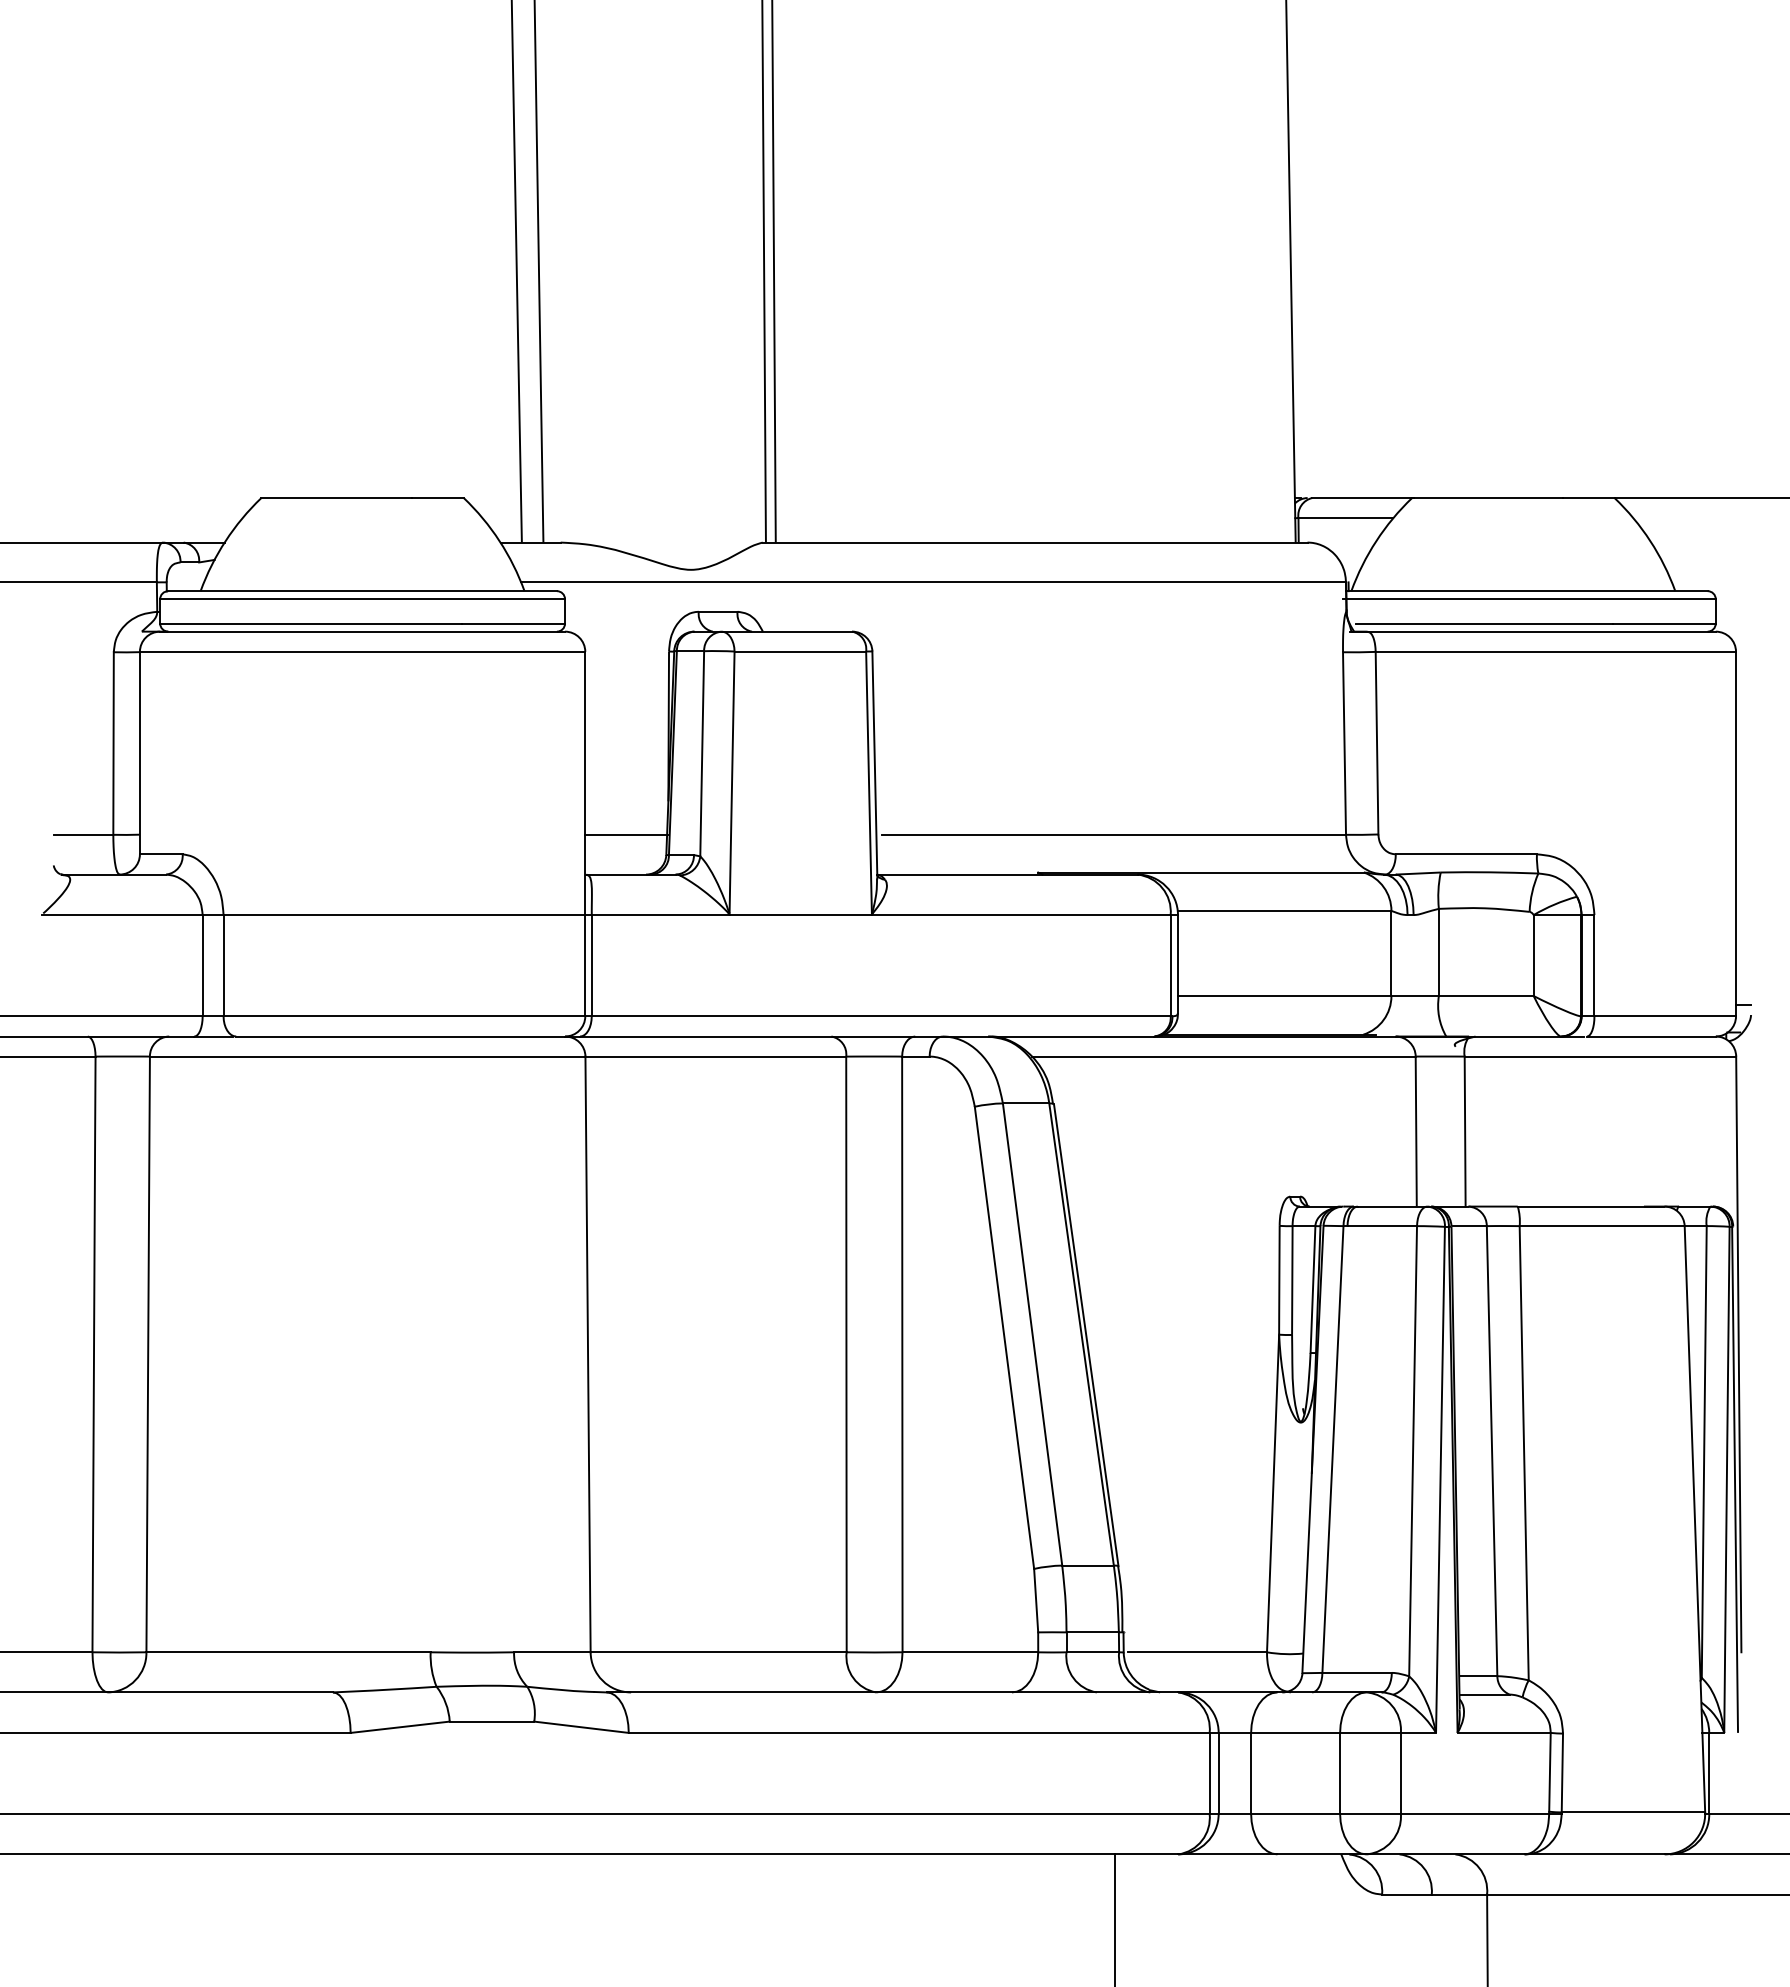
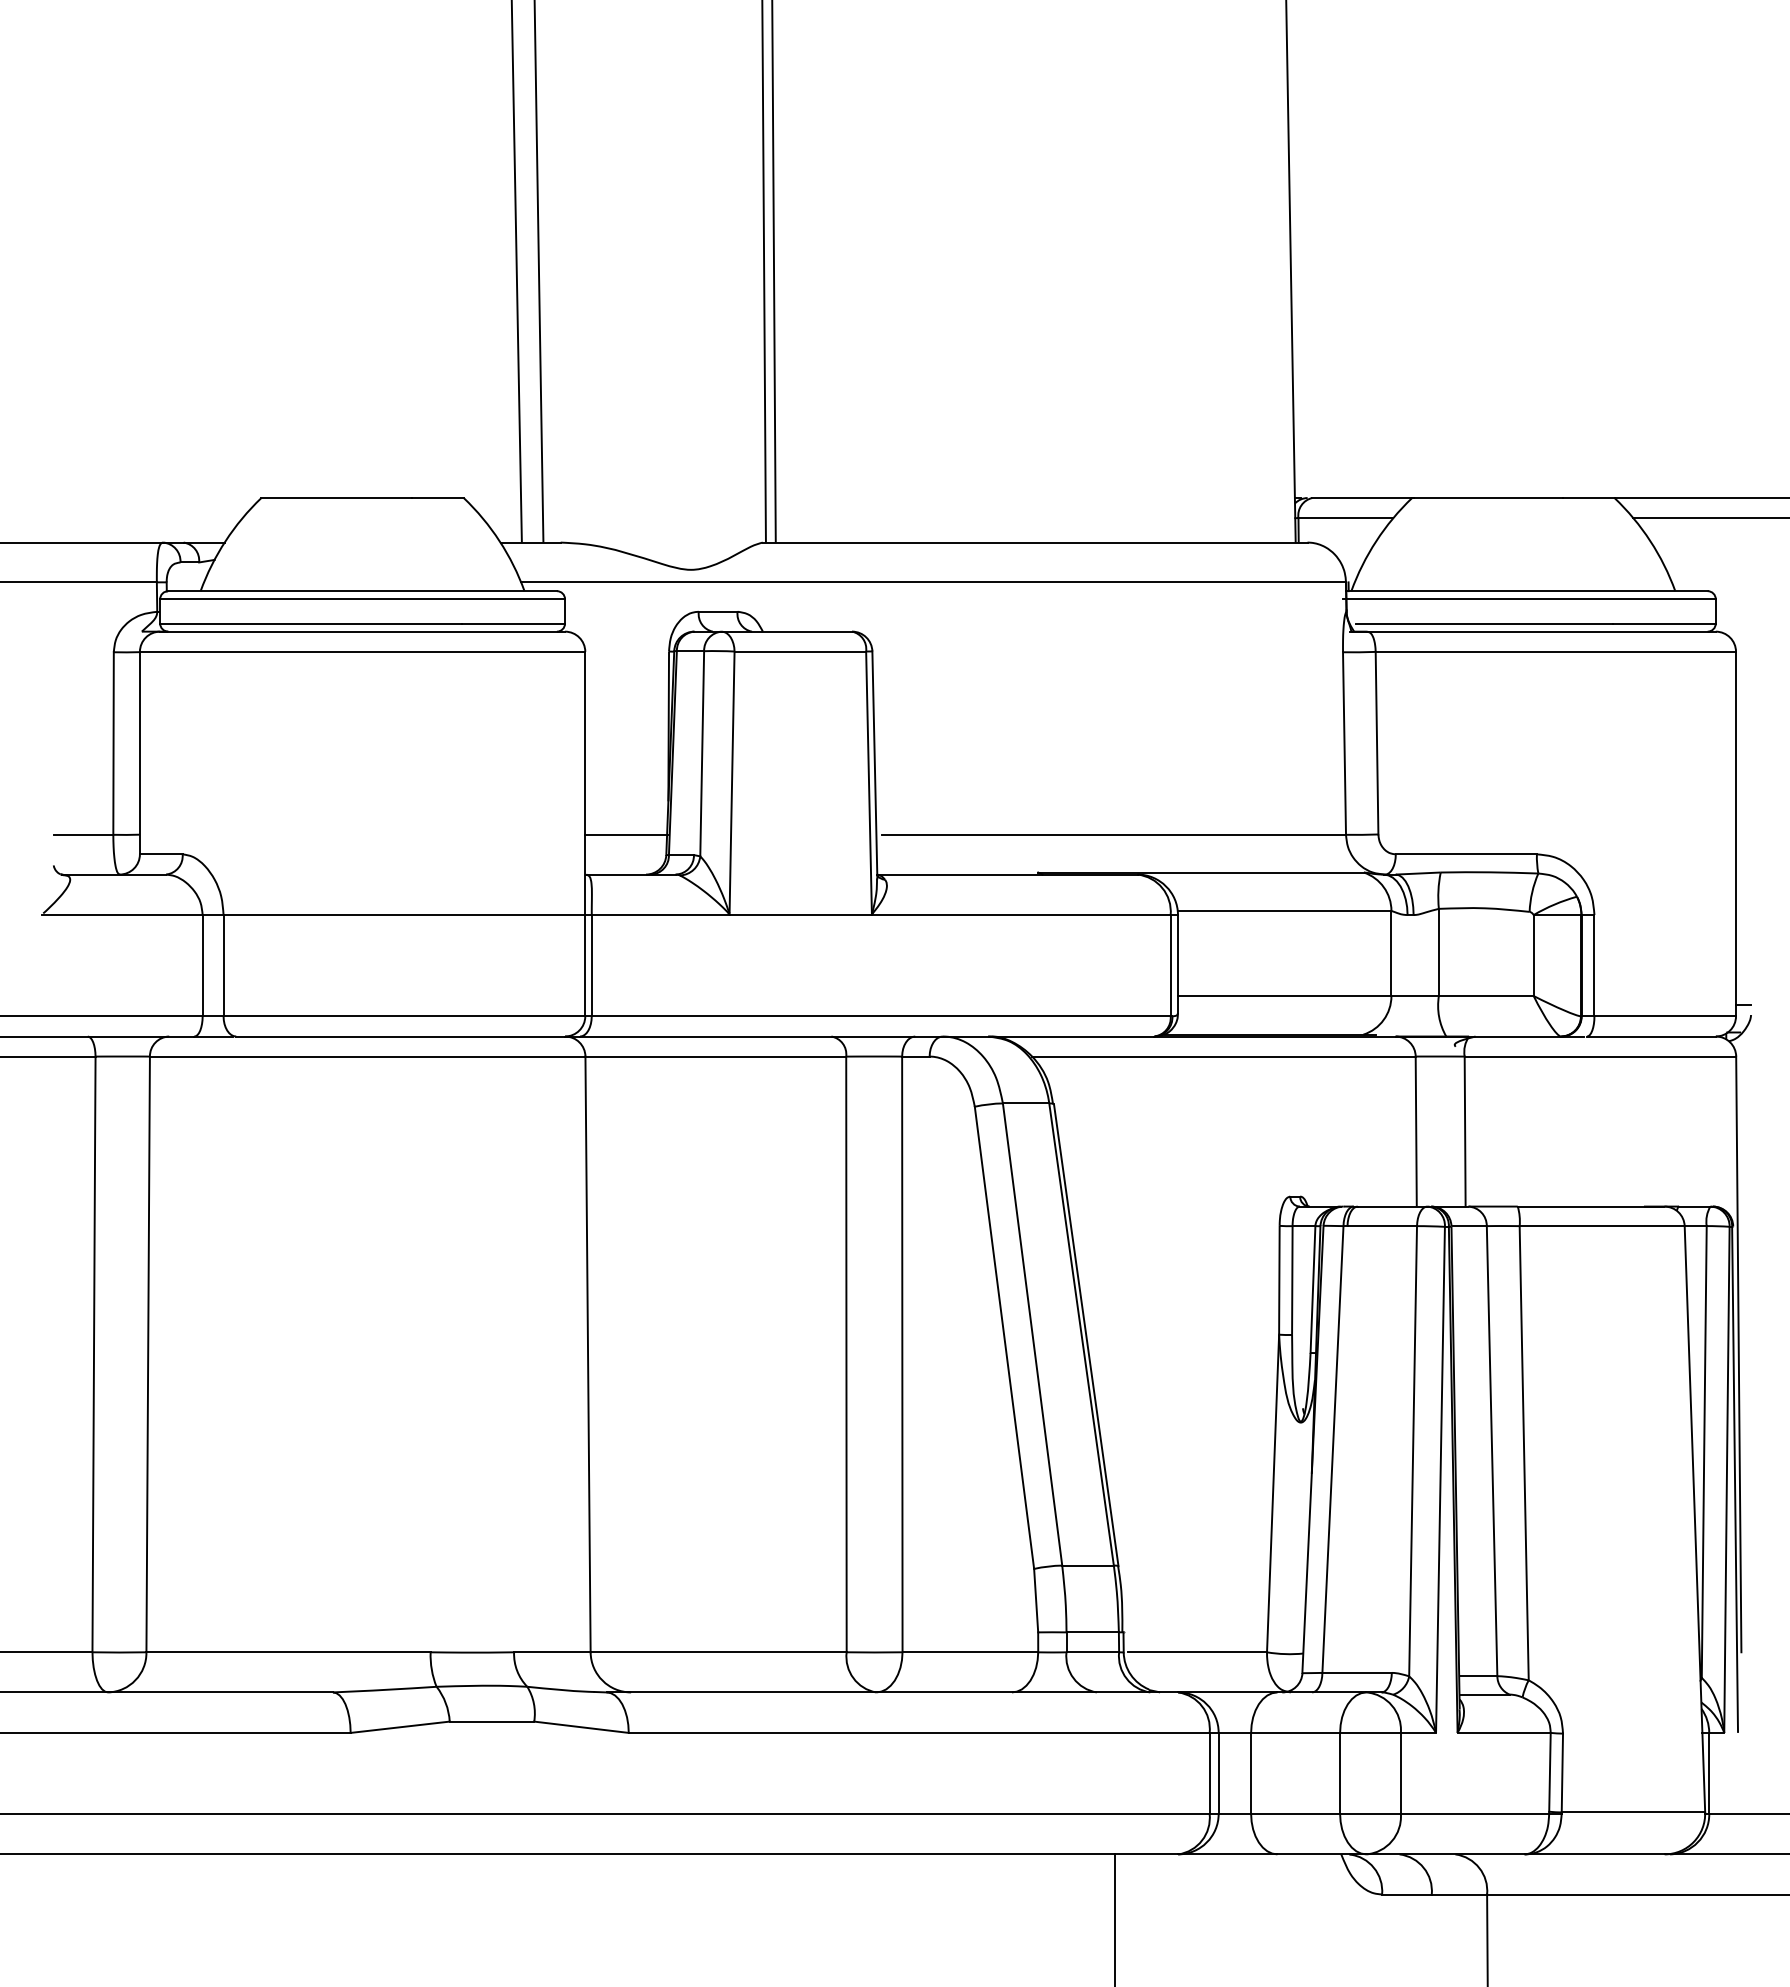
line at (1709, 518): none -> present
